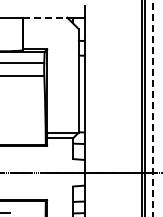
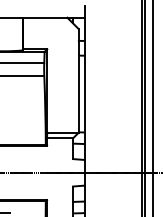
line at (45, 17): dashed -> solid
line at (153, 108): dashed -> solid
